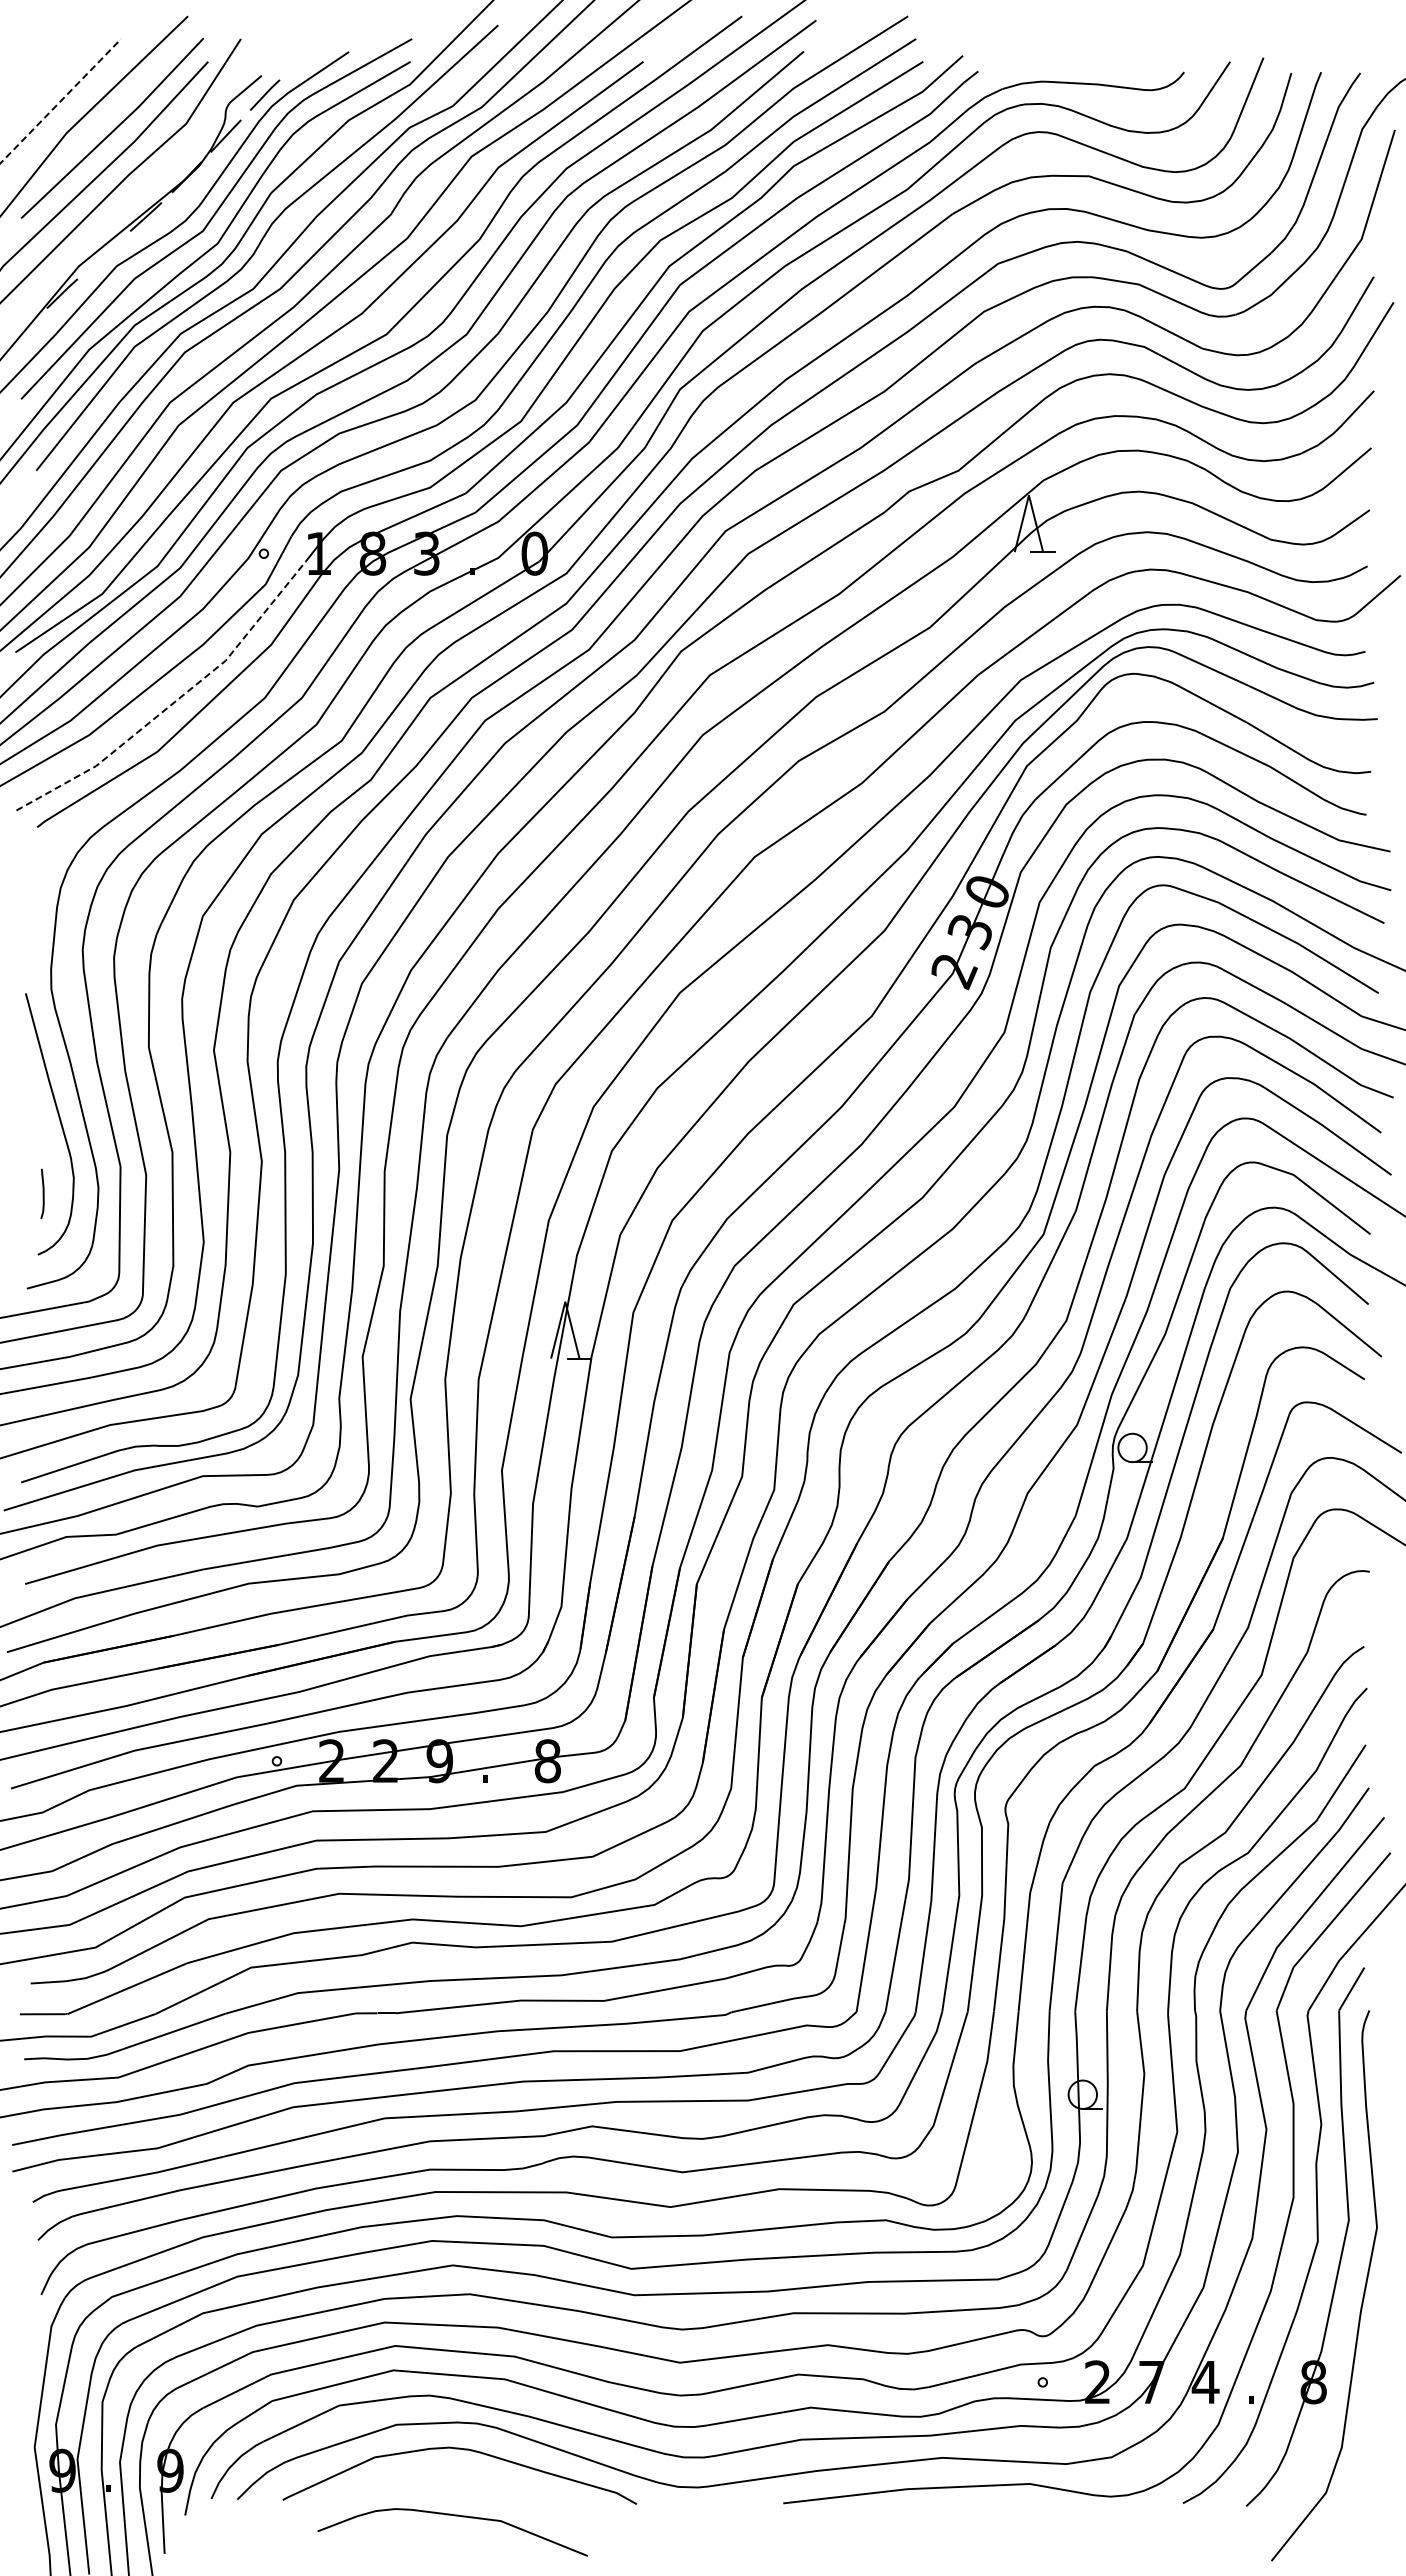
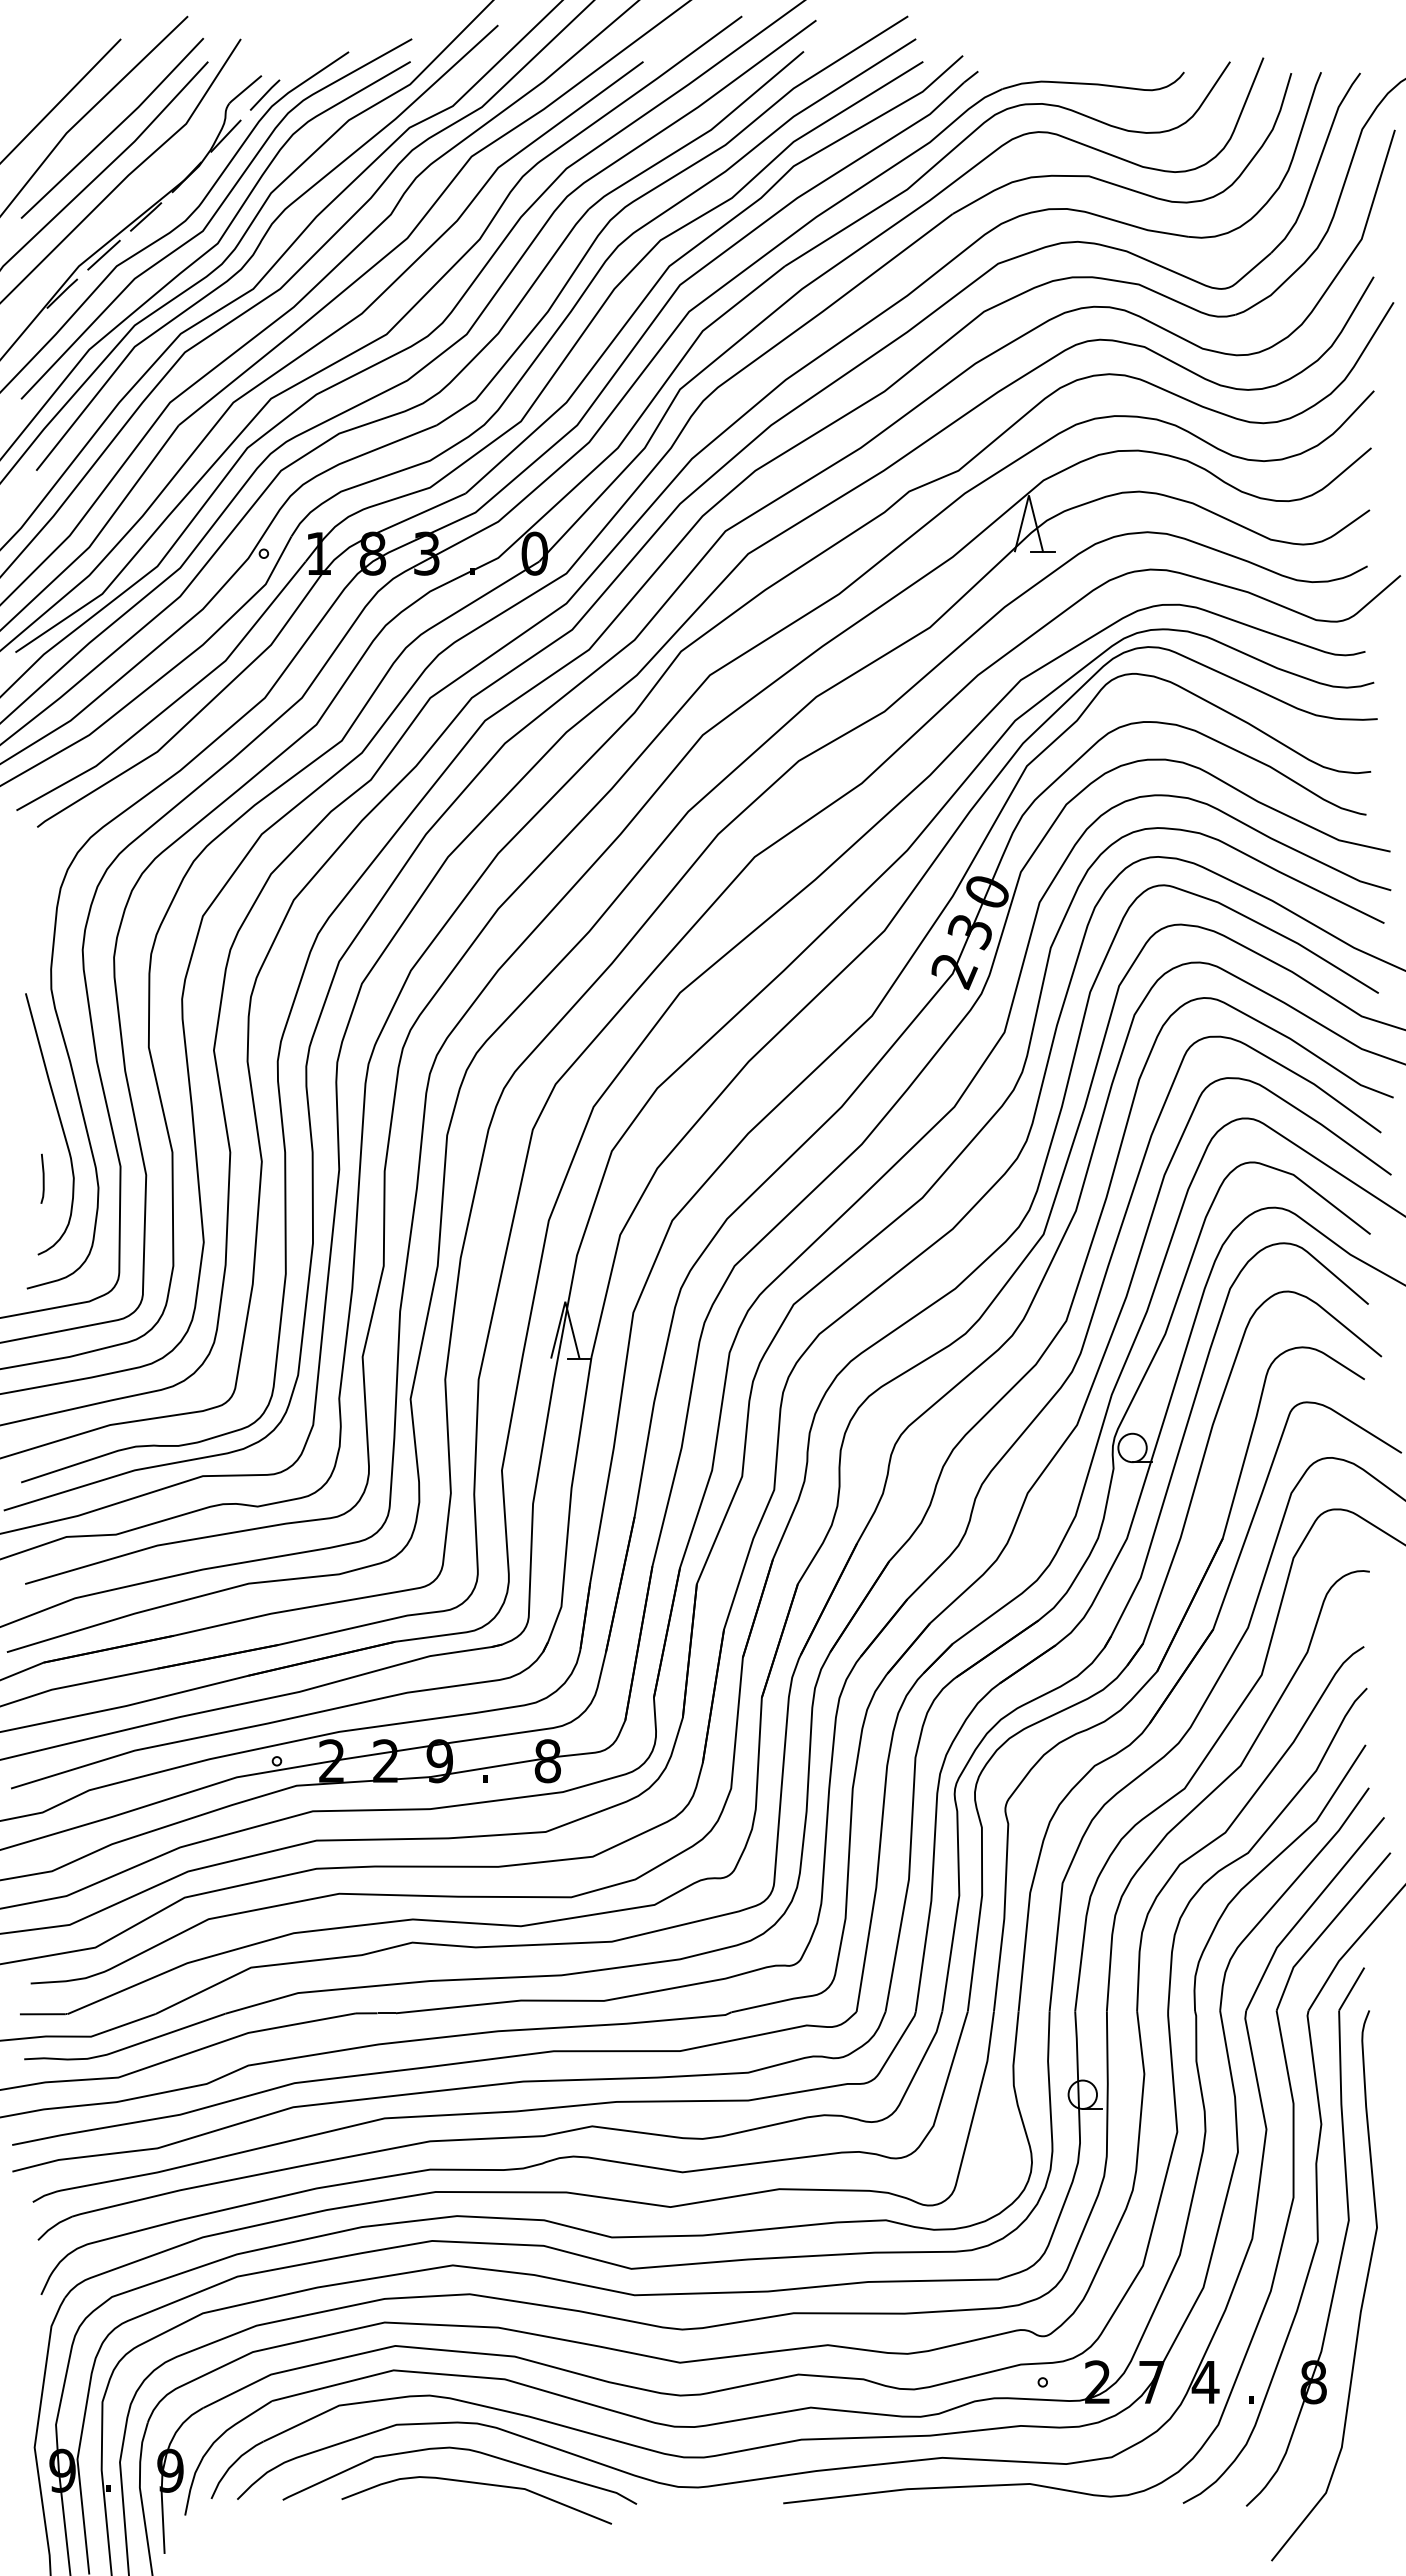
line at (60, 101): dashed -> solid
line at (103, 254): none -> present
line at (175, 701): dashed -> solid
line at (42, 1193) position: (42, 1193) -> (42, 1178)
curve at (454, 2516) position: (454, 2516) -> (478, 2484)
